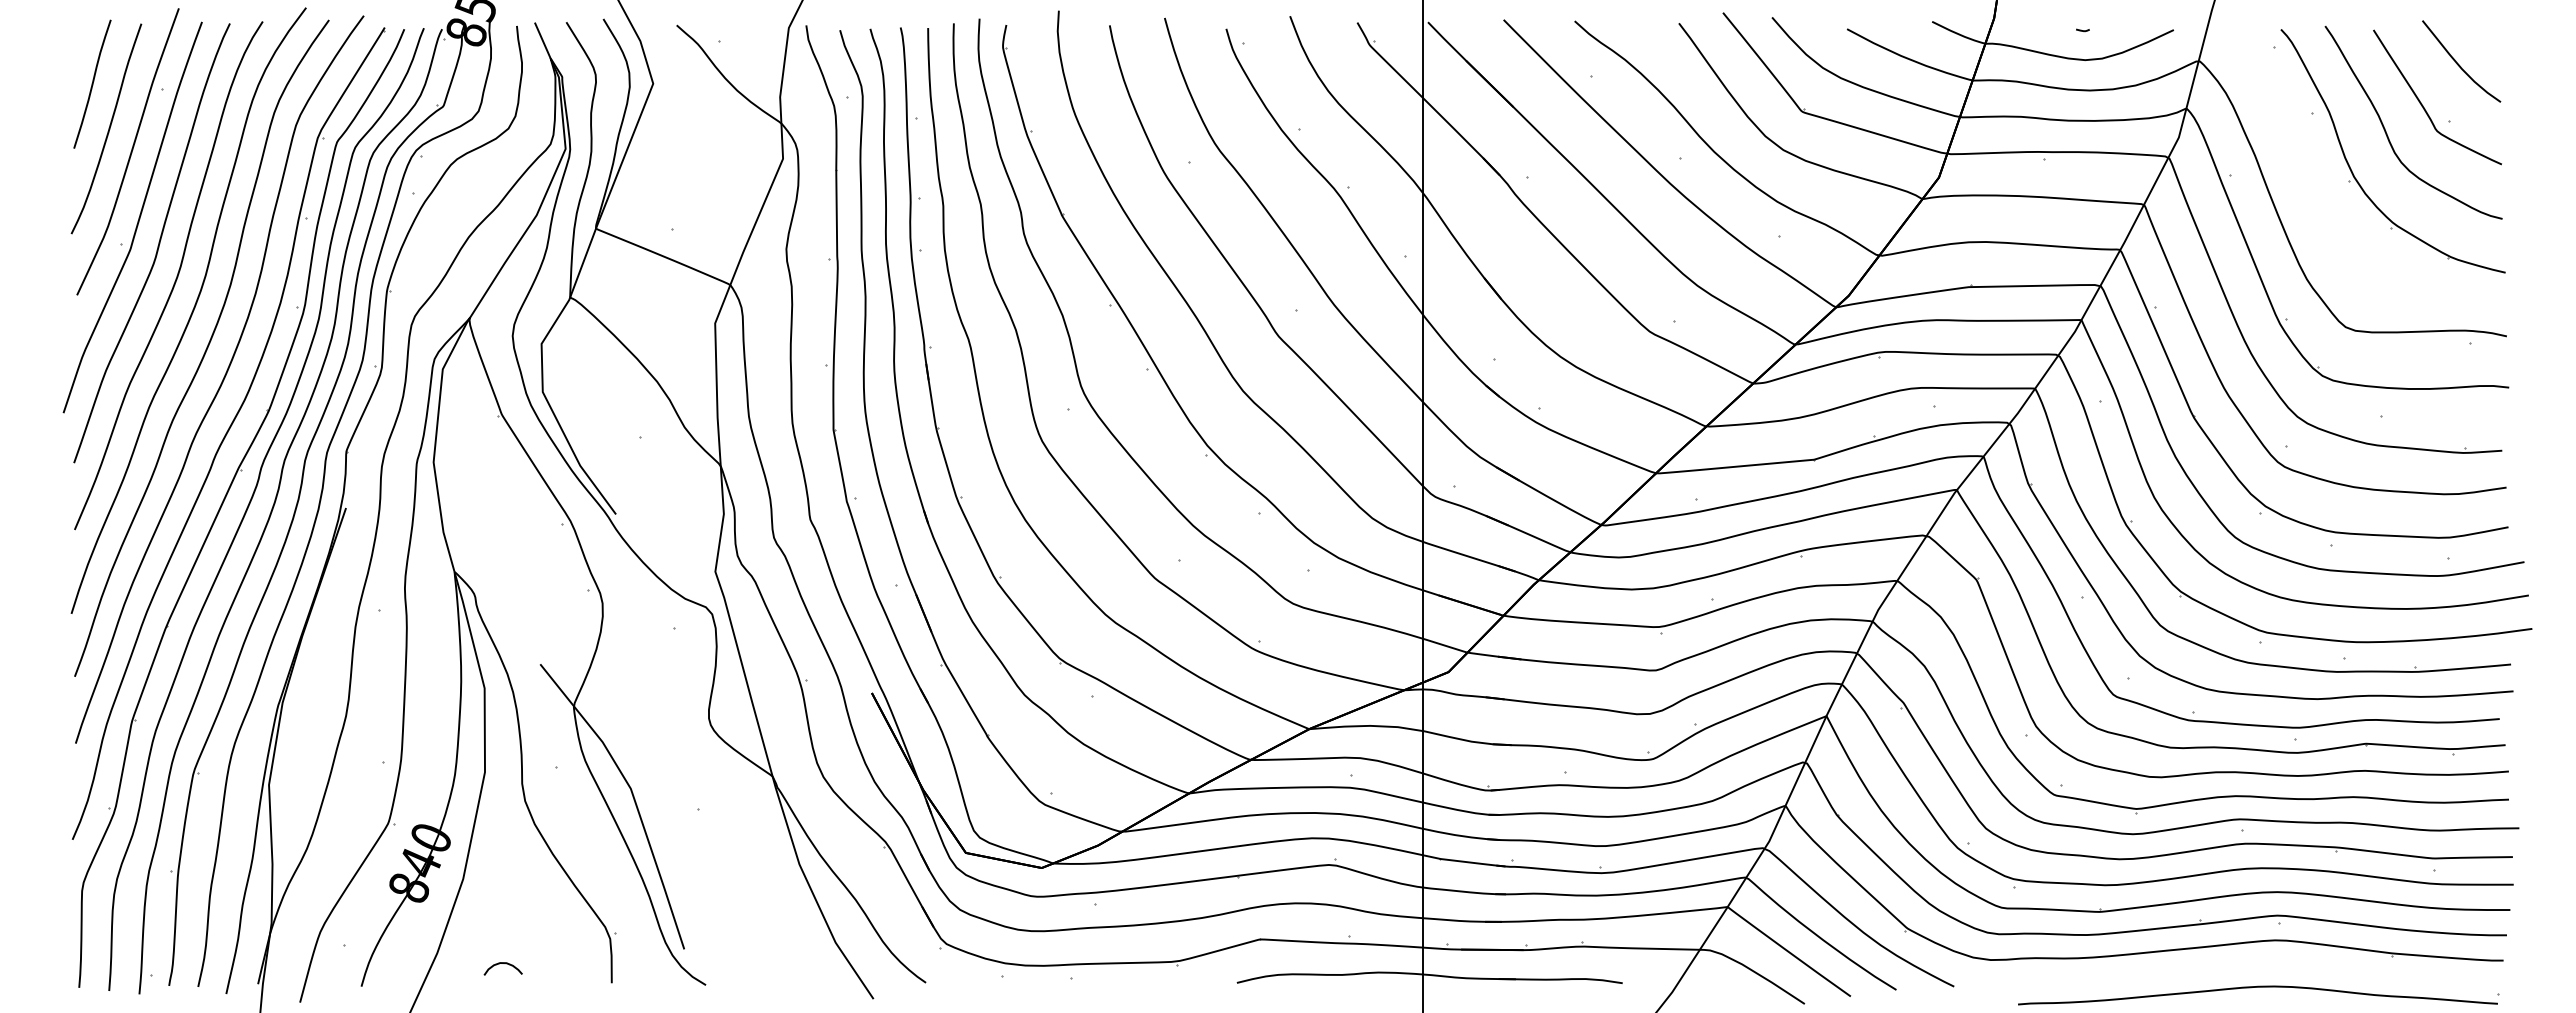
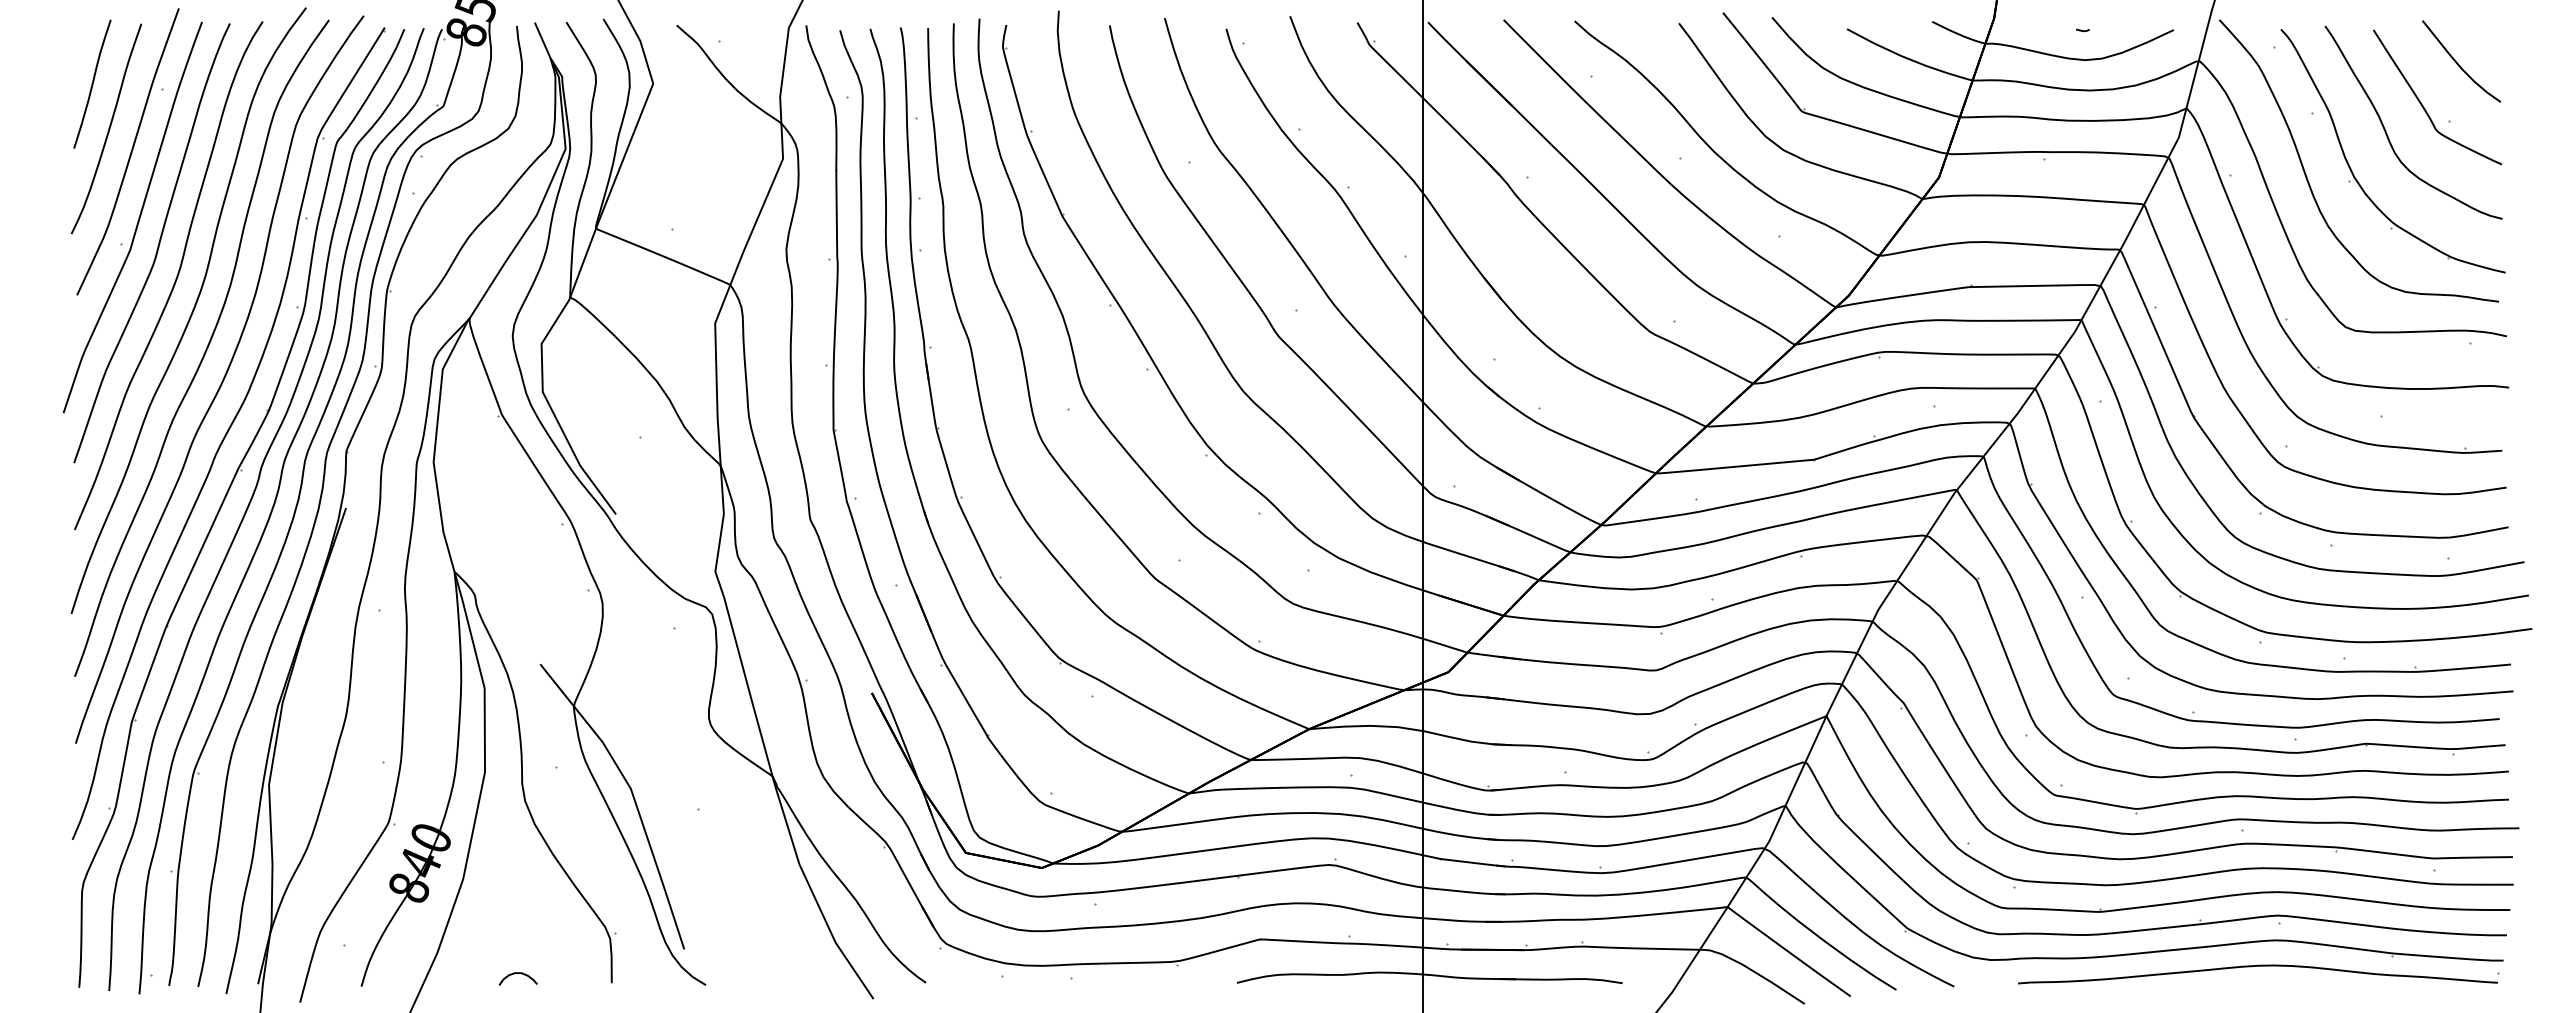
curve at (2307, 176): none -> present
curve at (502, 963) position: (502, 963) -> (517, 973)
part at (2258, 987) position: (2258, 987) -> (2258, 966)
